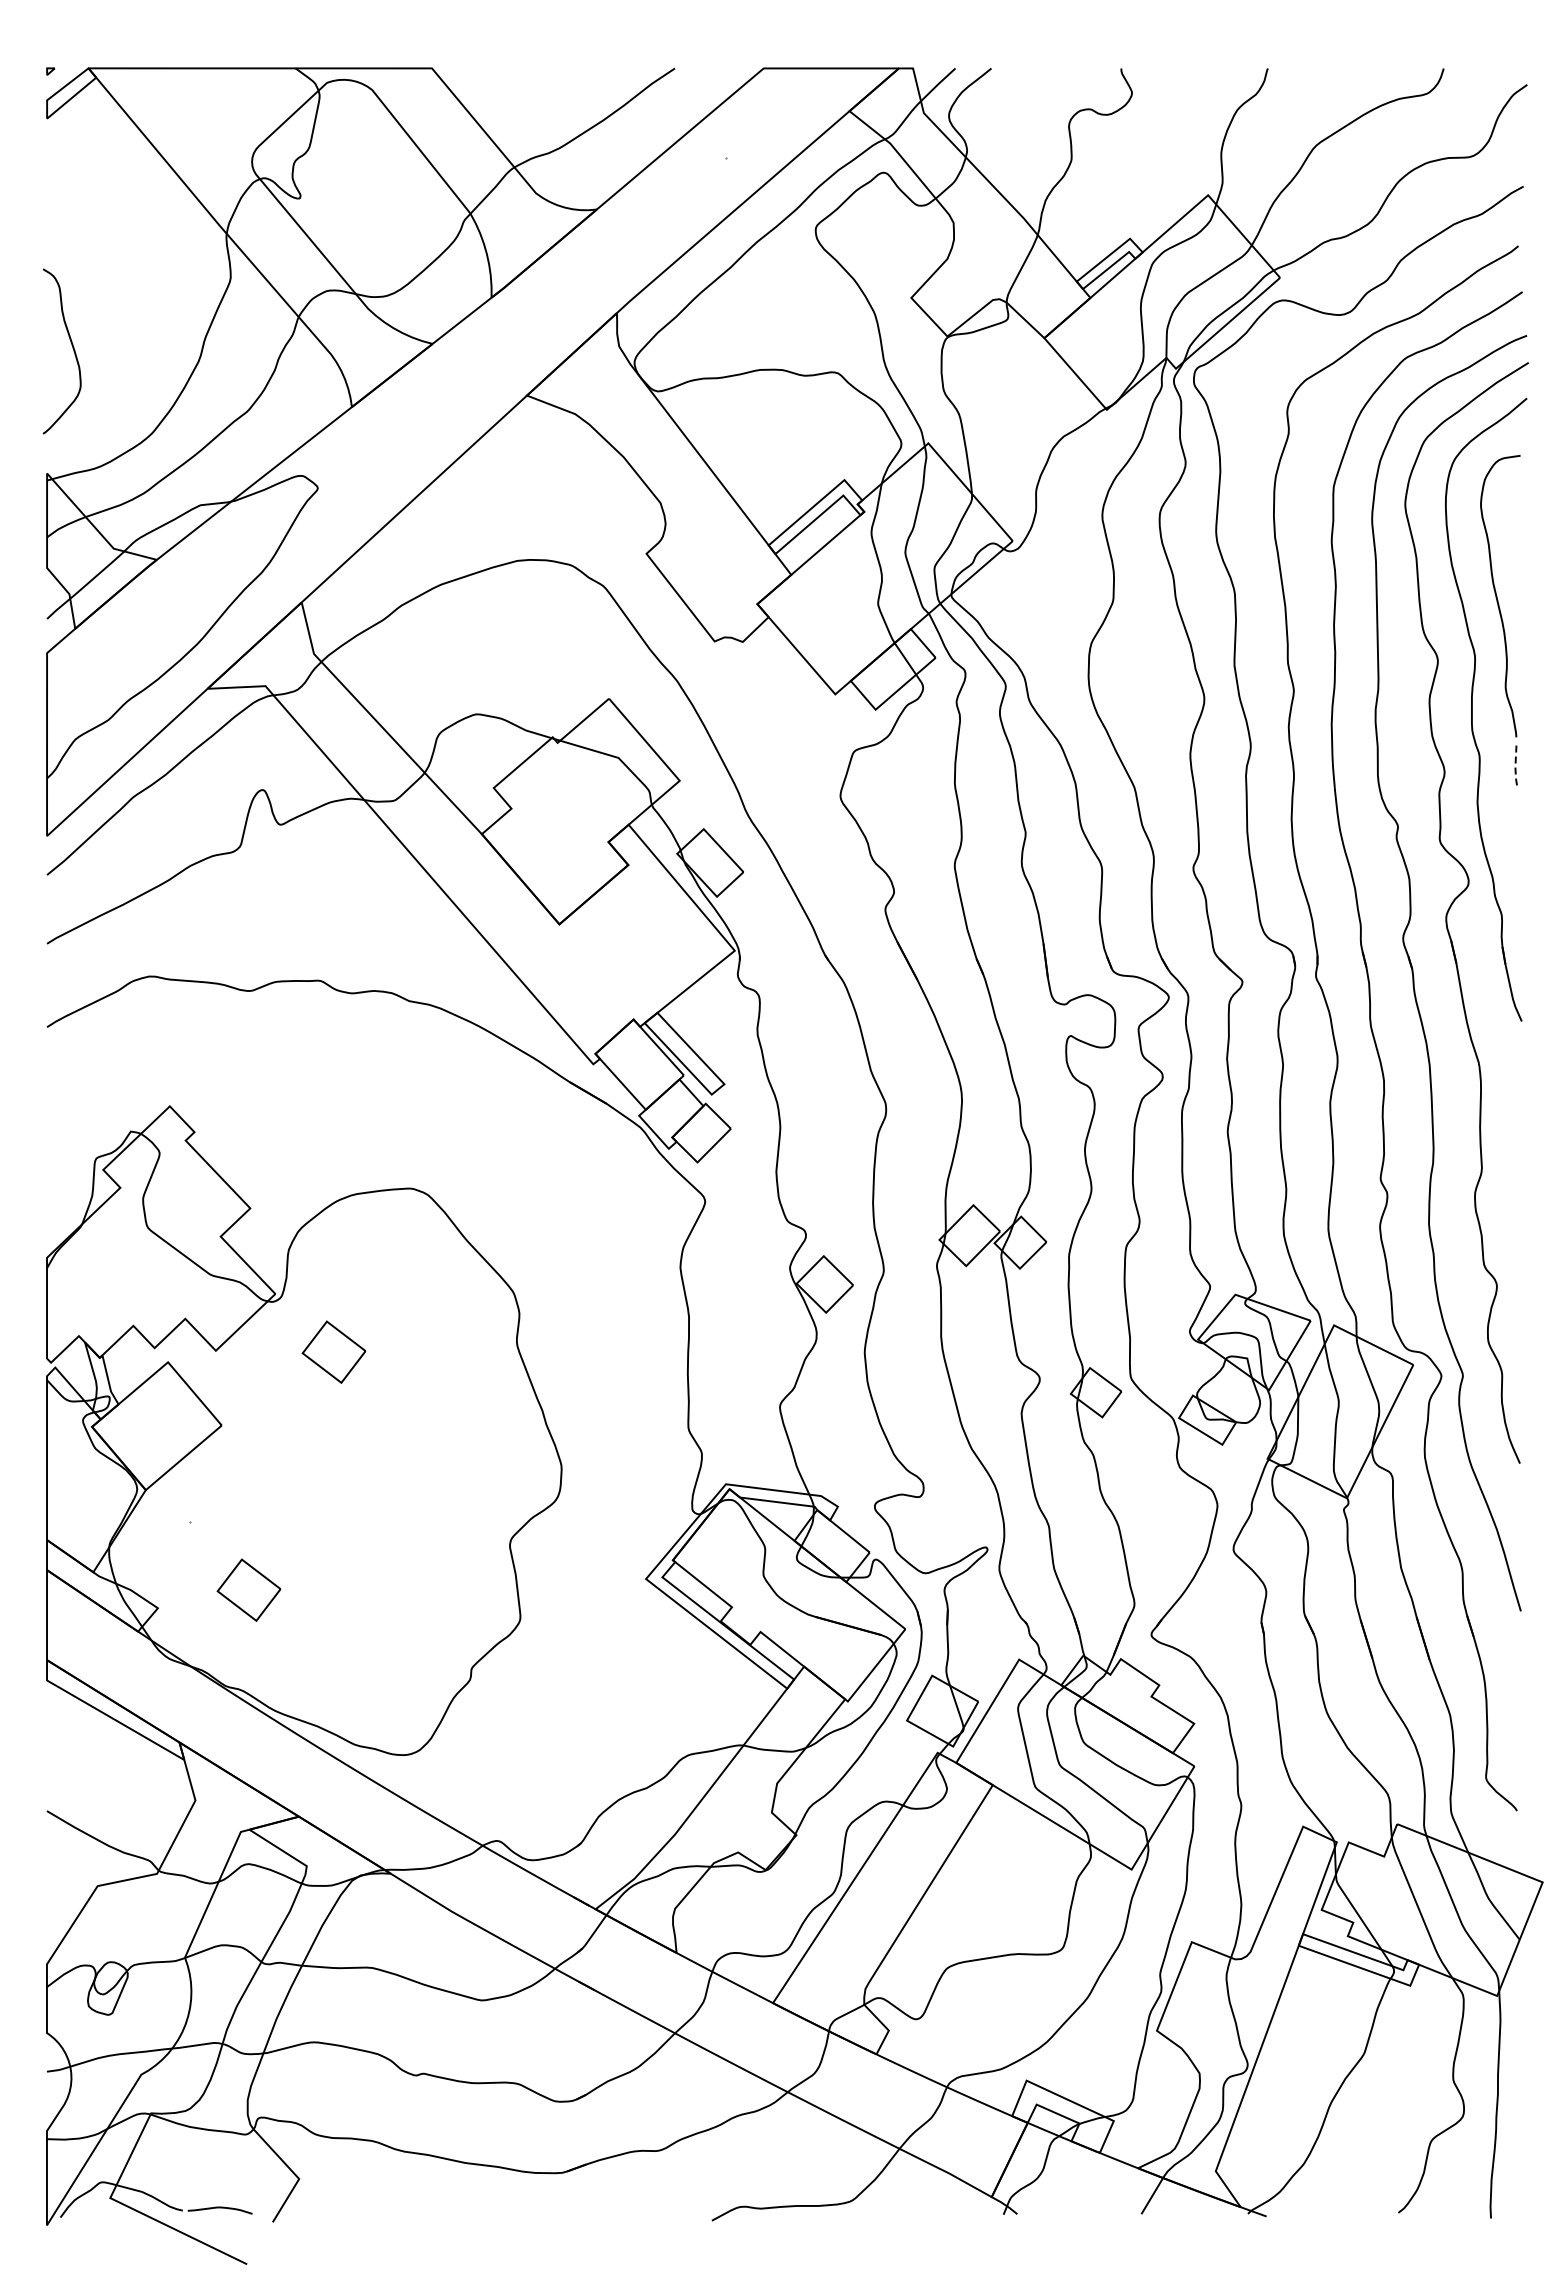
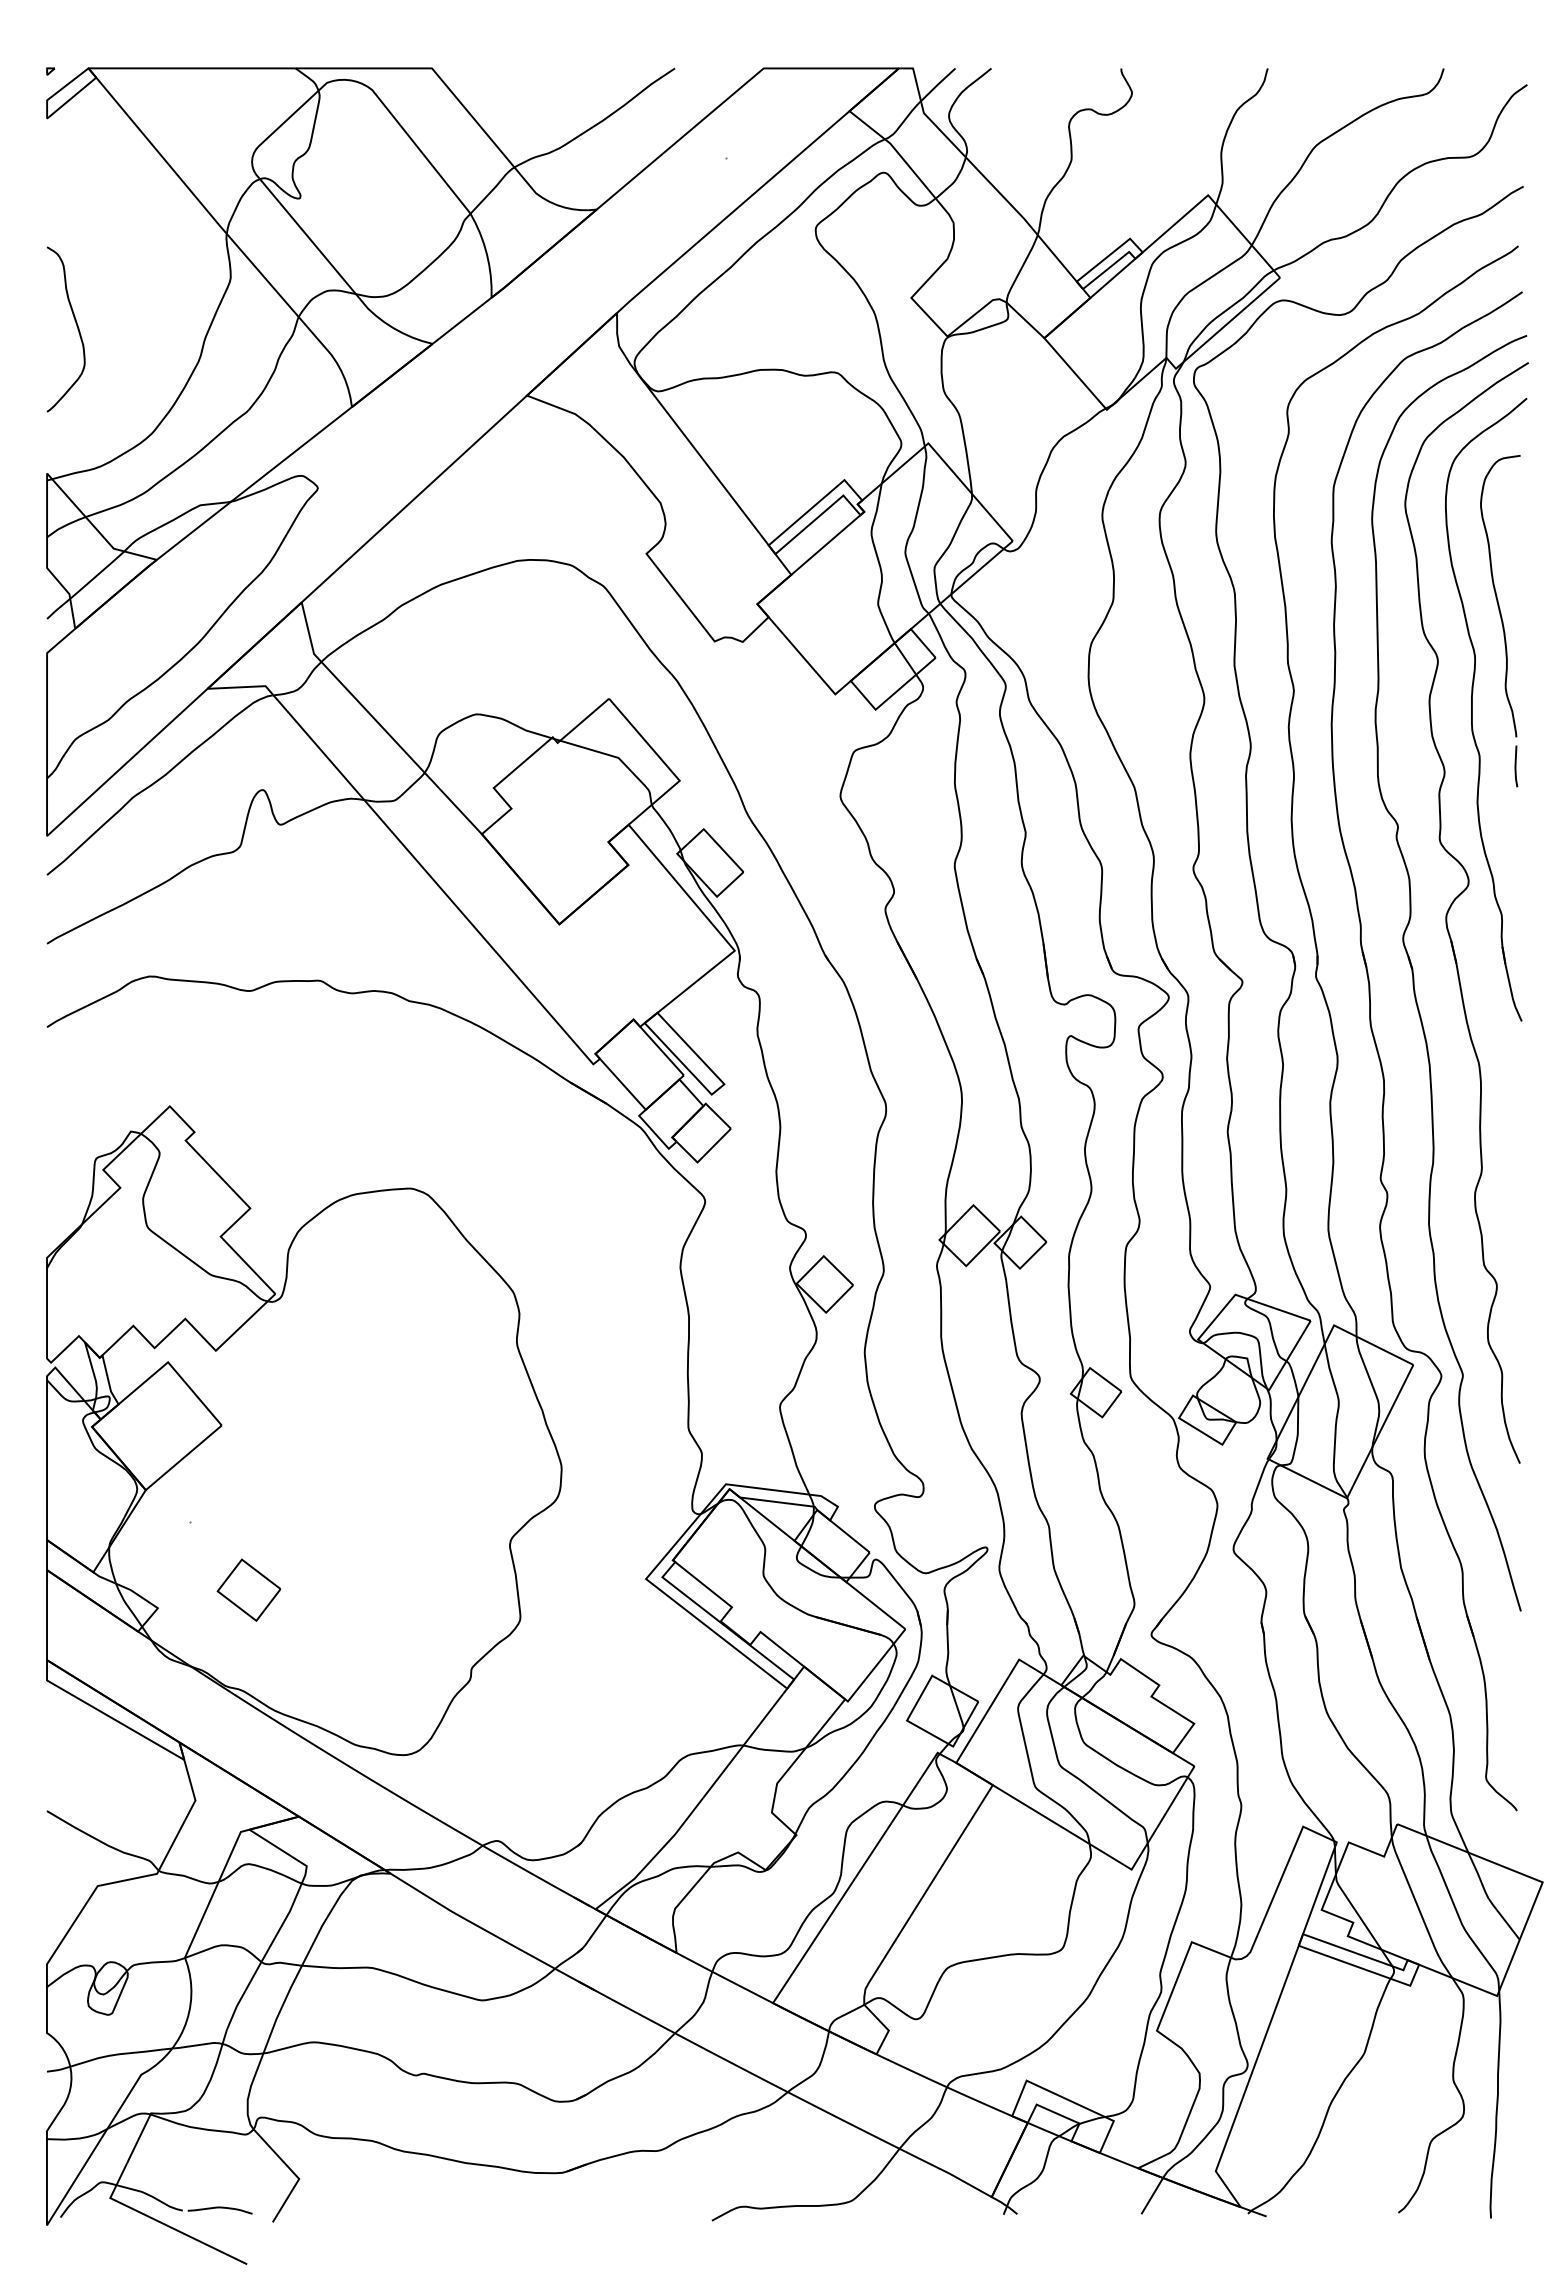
curve at (72, 348) position: (72, 348) -> (76, 326)
line at (1515, 767): dashed -> solid
part at (333, 1351): present -> none
